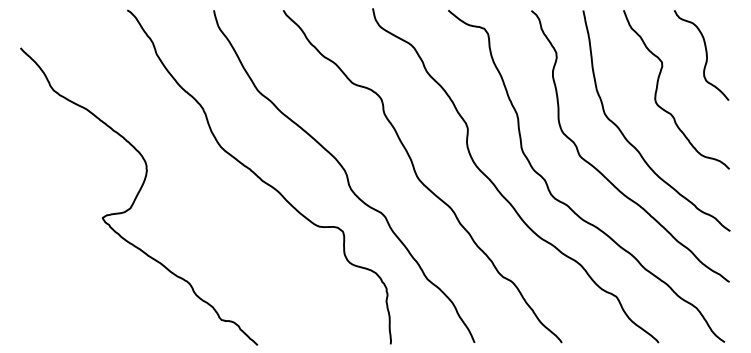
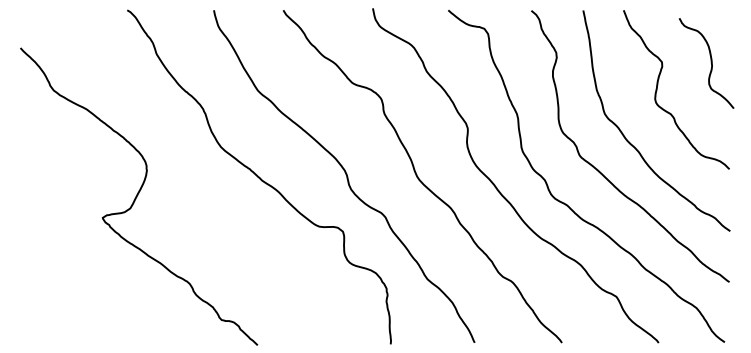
curve at (705, 54) position: (705, 54) -> (710, 62)
